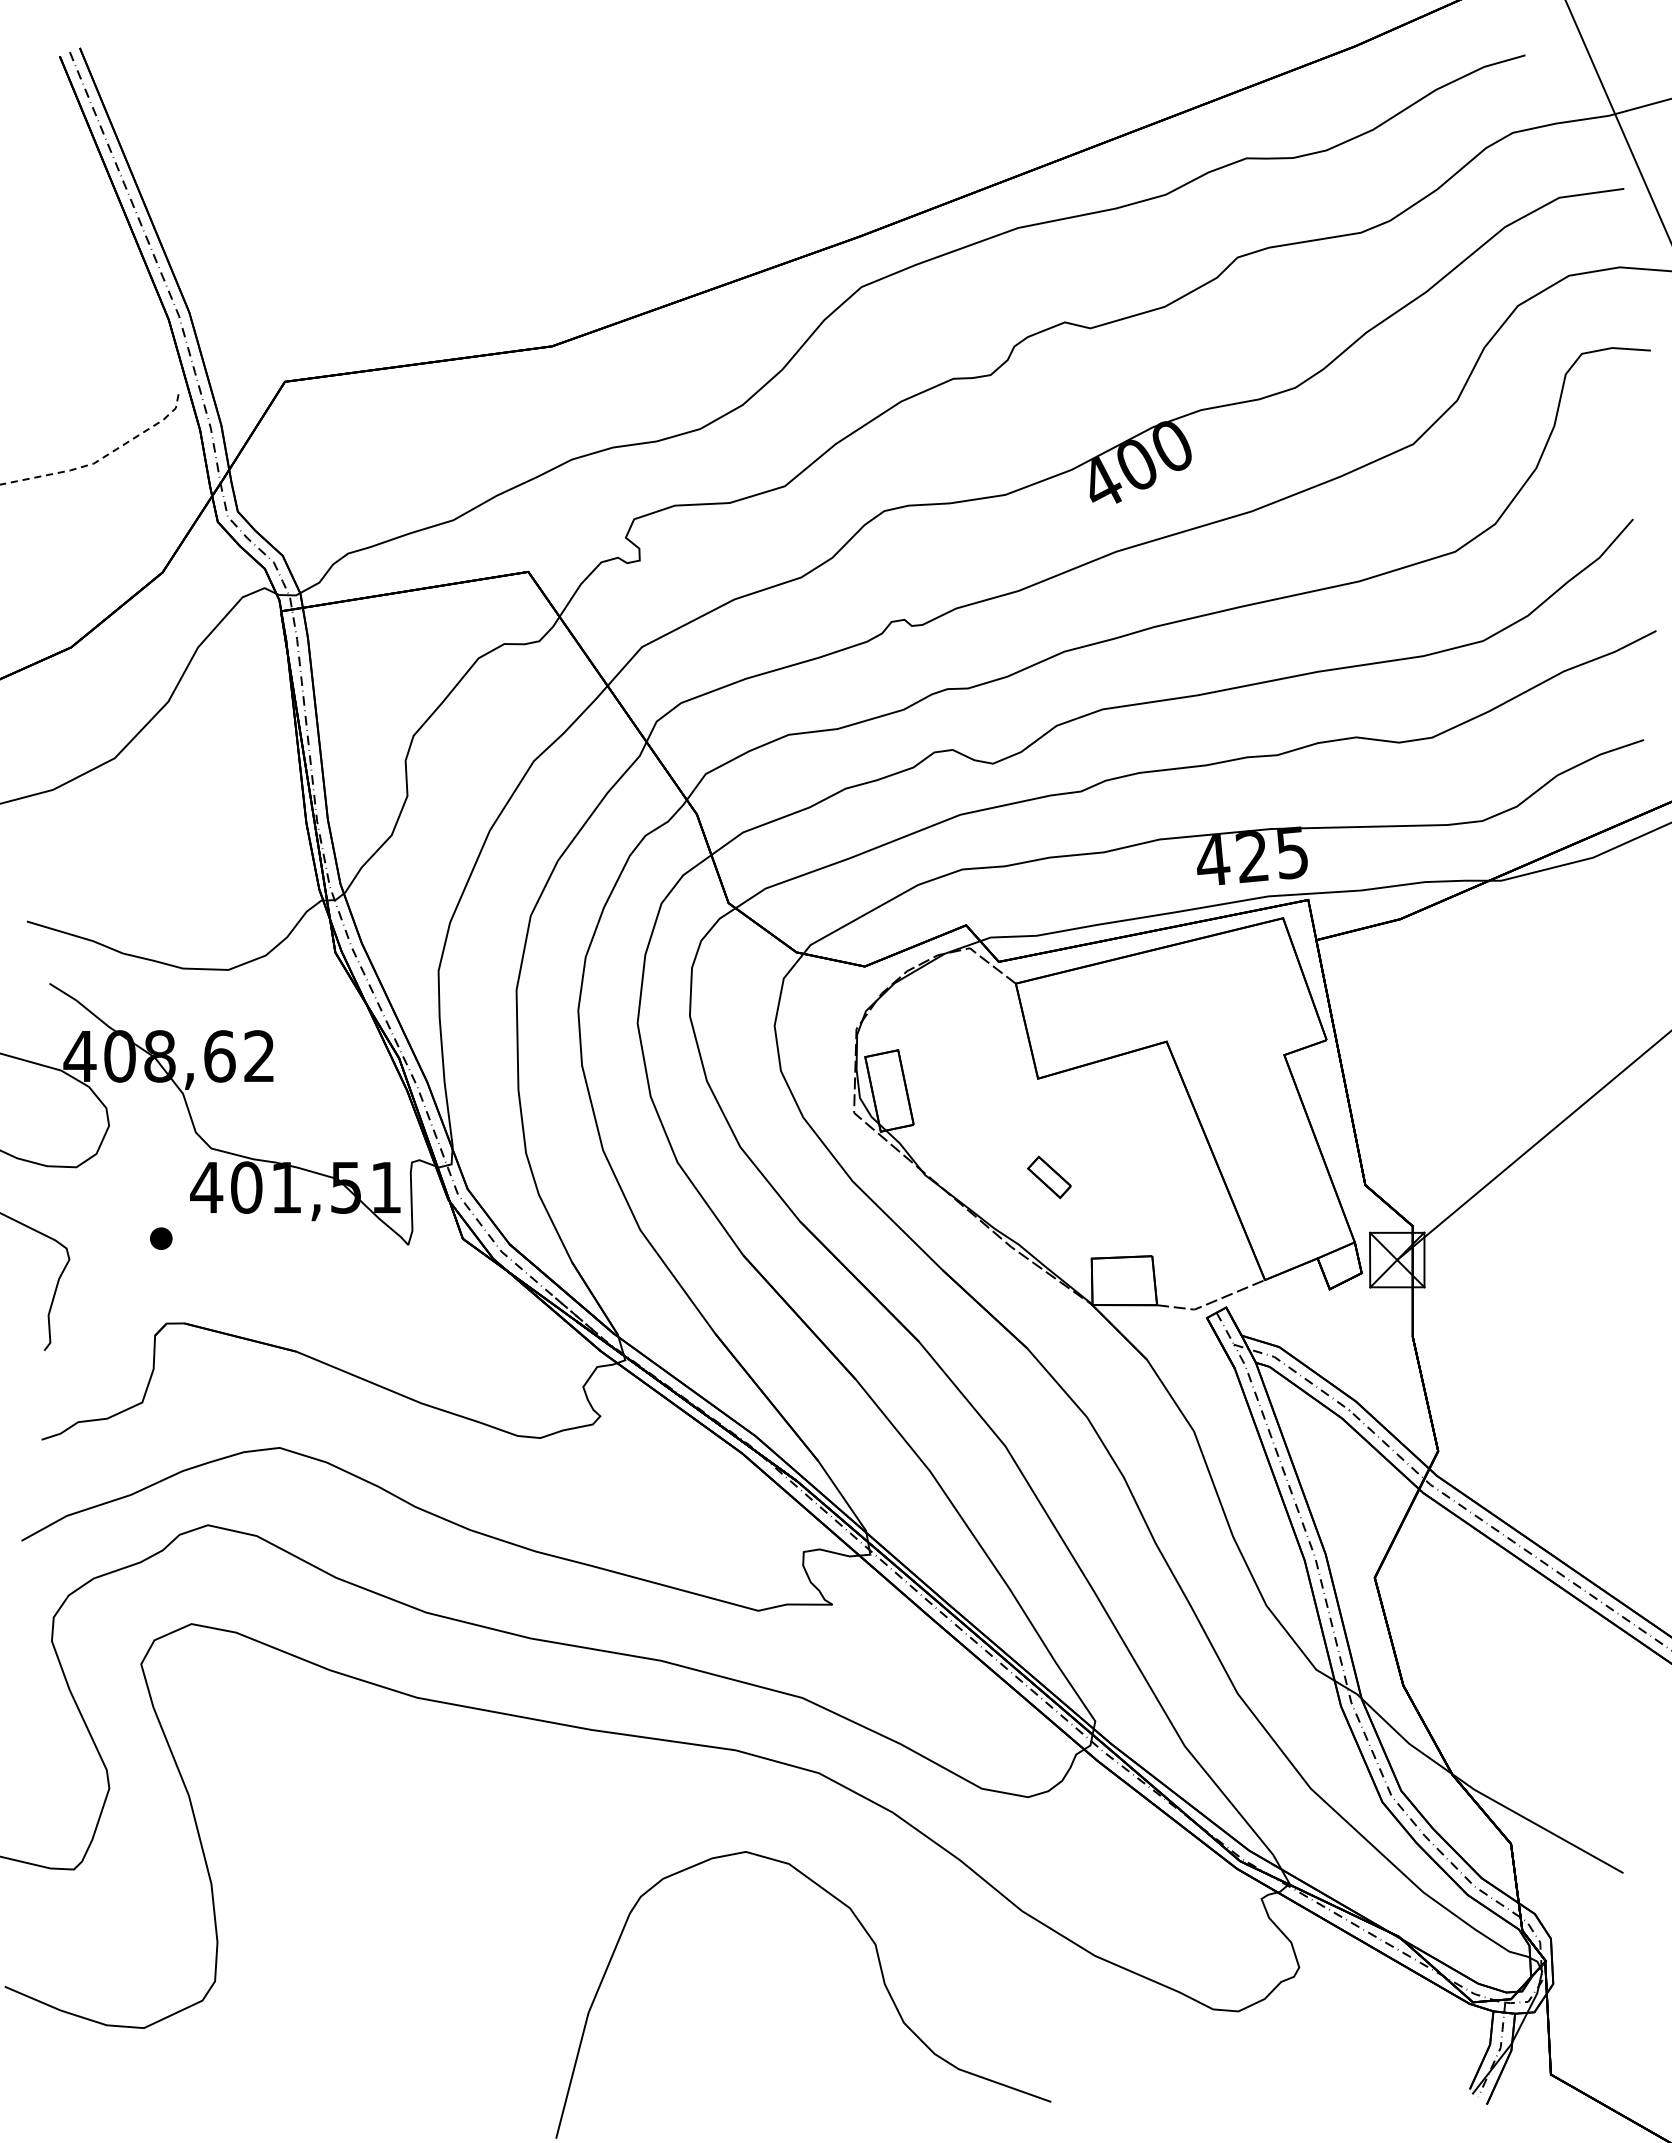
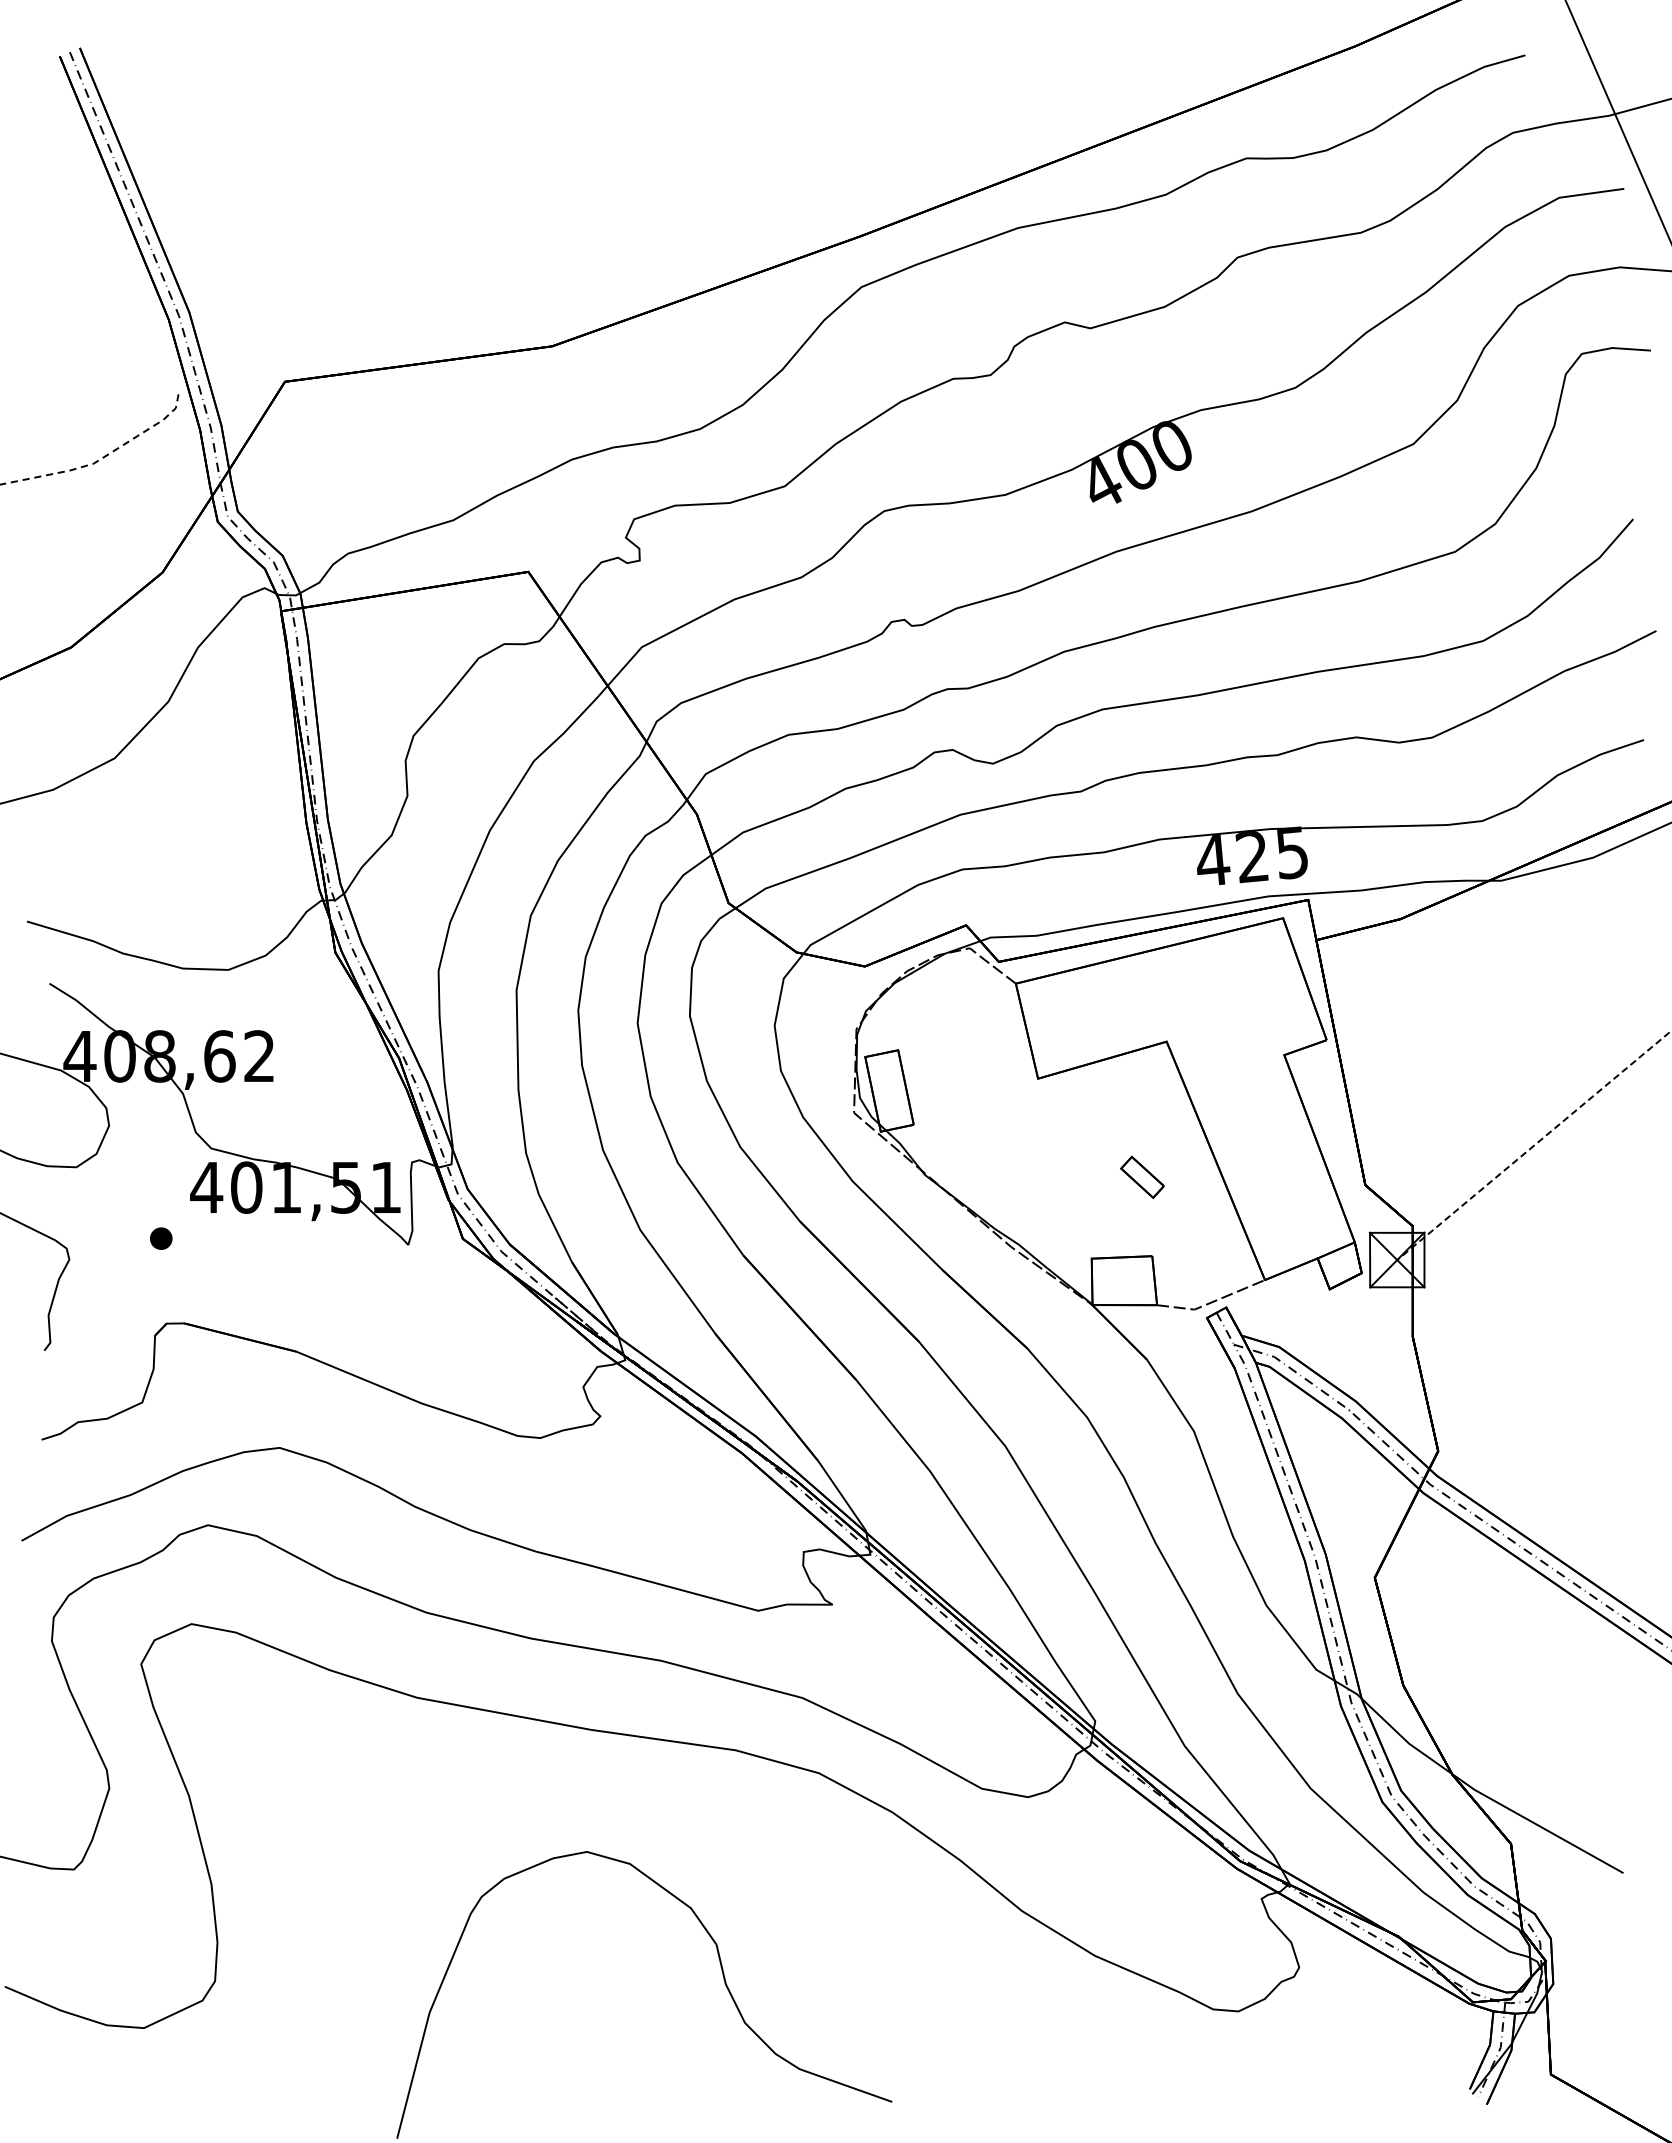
line at (1534, 1145): solid -> dashed
part at (1049, 1176) position: (1049, 1176) -> (1142, 1176)
curve at (881, 1975) position: (881, 1975) -> (722, 1975)
